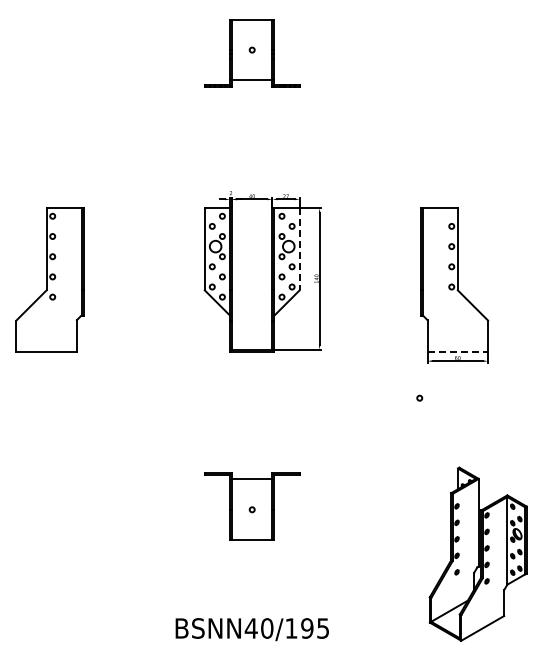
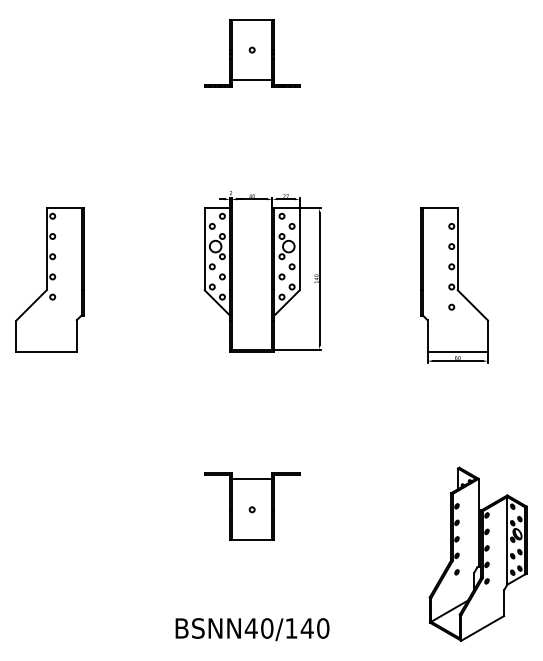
line at (299, 249): dashed -> solid
line at (458, 351): dashed -> solid
circle at (419, 397) position: (419, 397) -> (451, 306)
text at (314, 628): BSNN40/195 -> BSNN40/140
